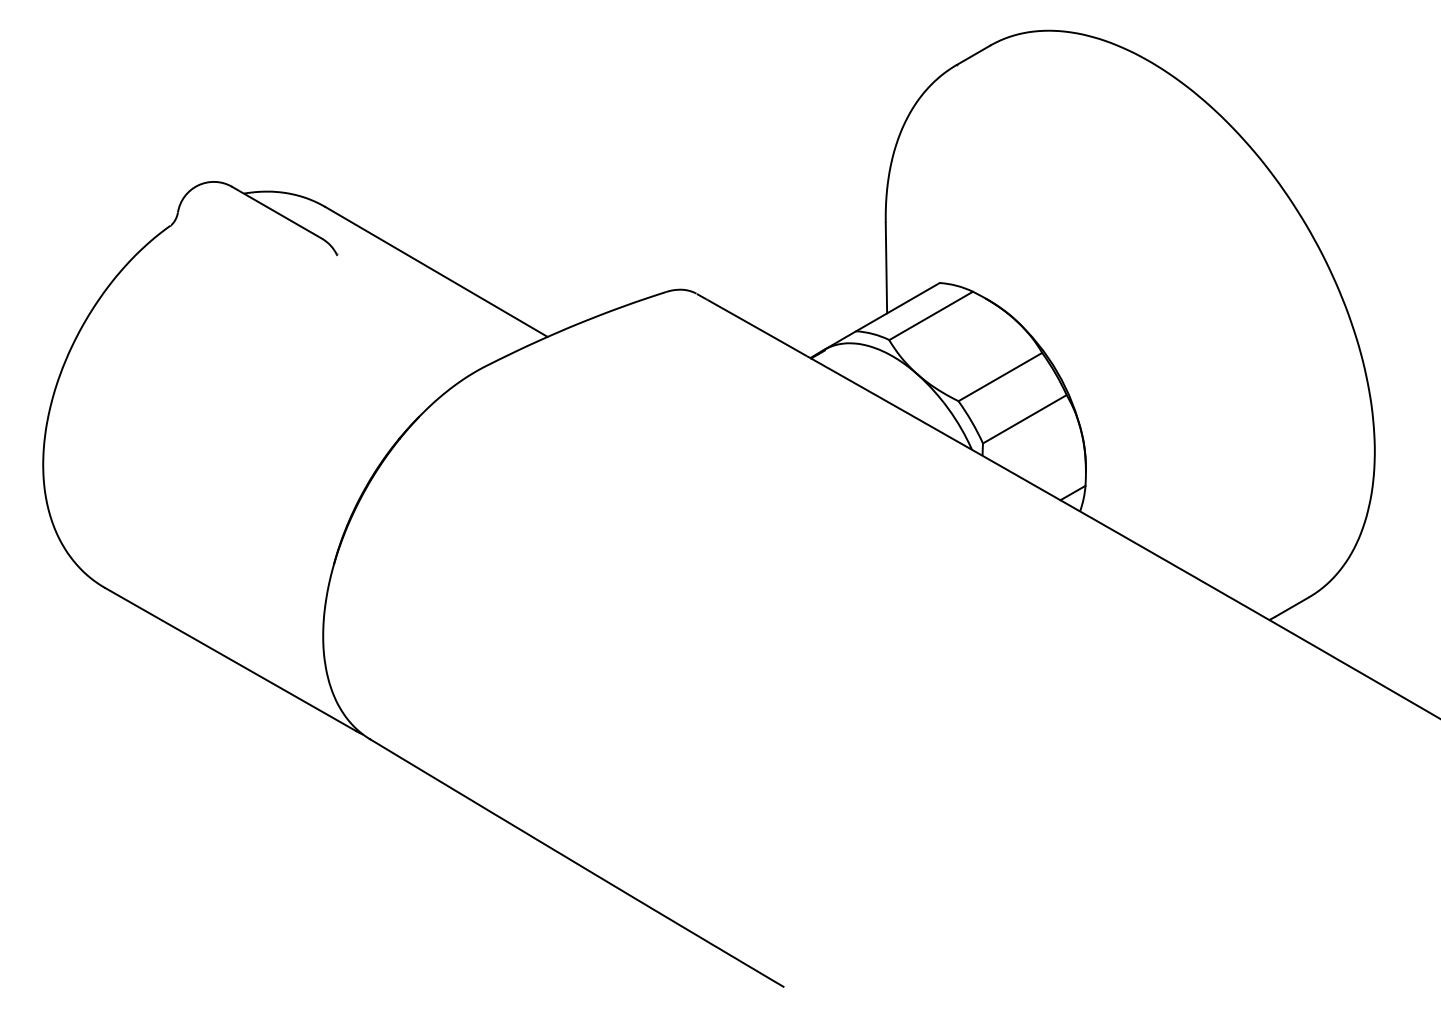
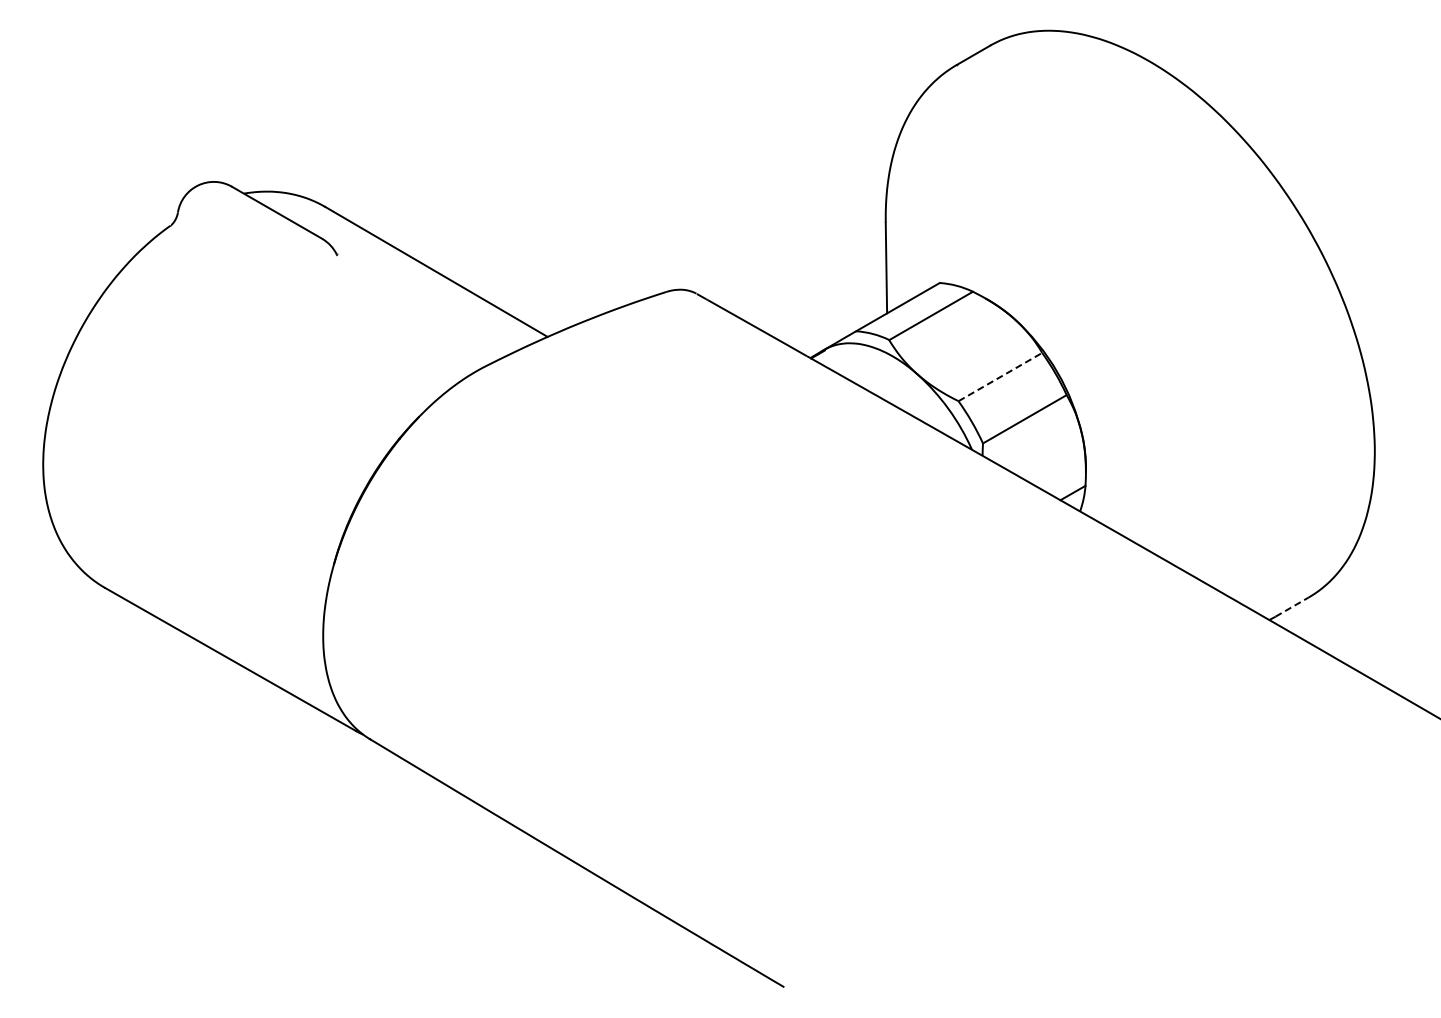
line at (1000, 376): solid -> dashed
line at (1292, 606): solid -> dashed
